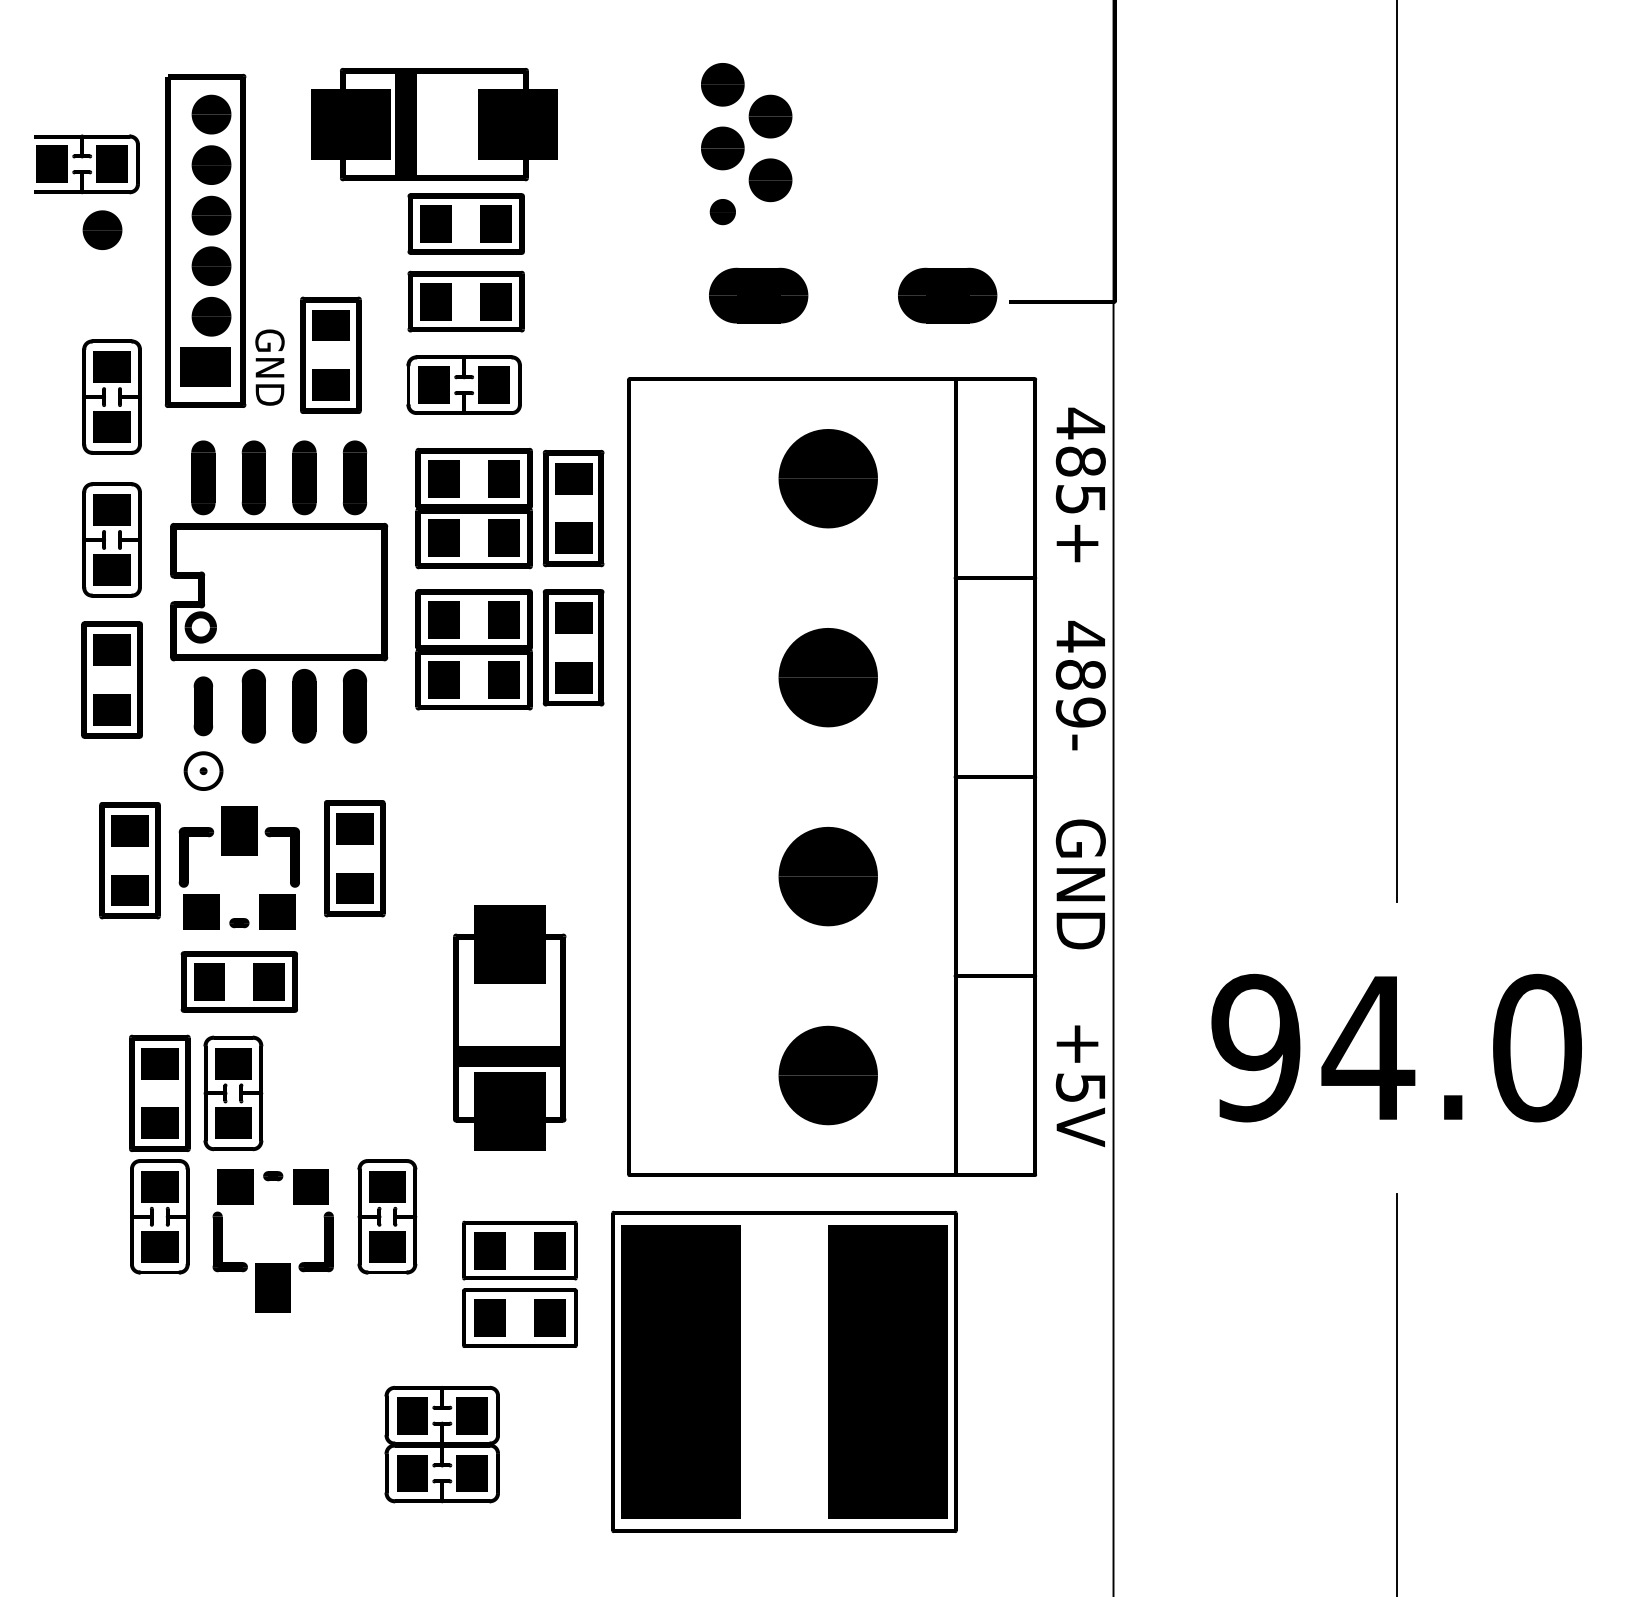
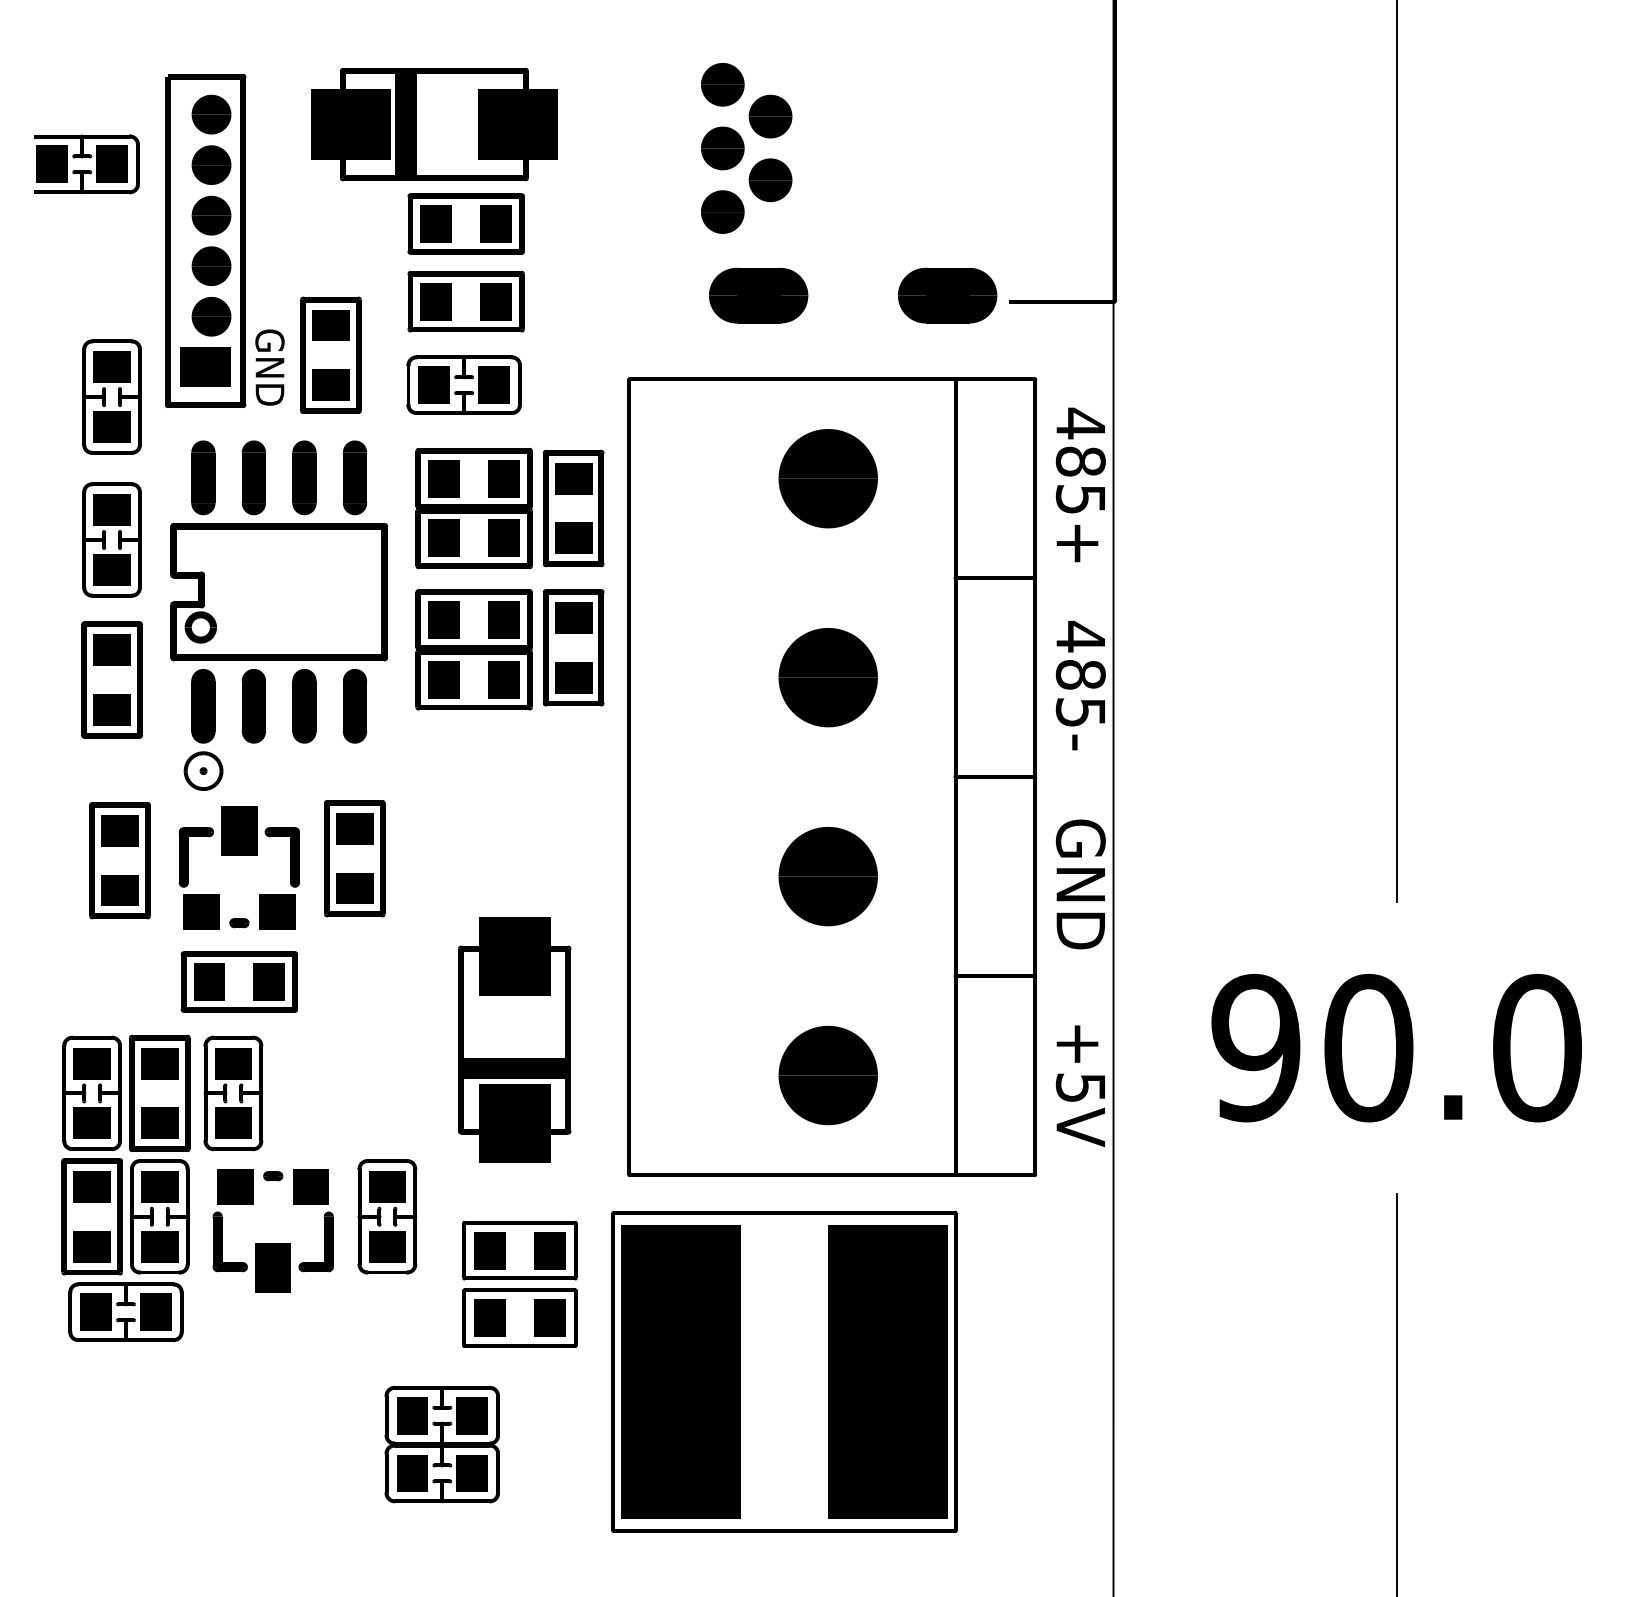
part at (722, 212) size: 27x27 px -> 44x44 px
part at (102, 229): present -> none
part at (203, 706) size: 21x61 px -> 25x75 px
text at (1080, 712): 489- -> 485-
part at (129, 860) position: (129, 860) -> (119, 860)
part at (509, 1027) position: (509, 1027) -> (514, 1039)
text at (1368, 1047): 94.0 -> 90.0
part at (122, 1188): none -> present
part at (272, 1287) position: (272, 1287) -> (272, 1267)
